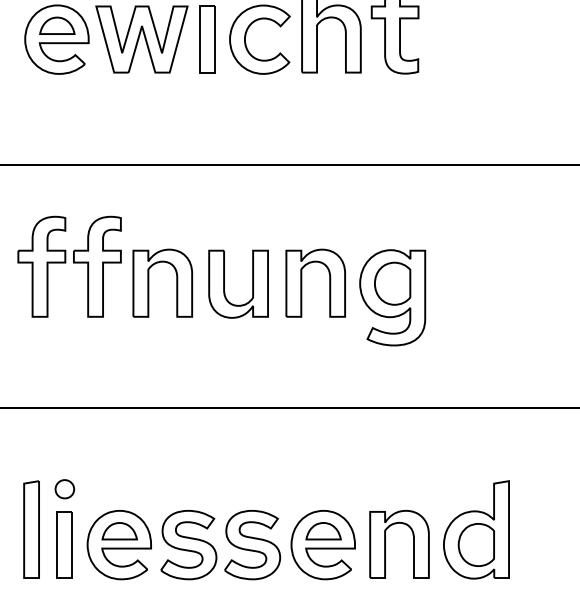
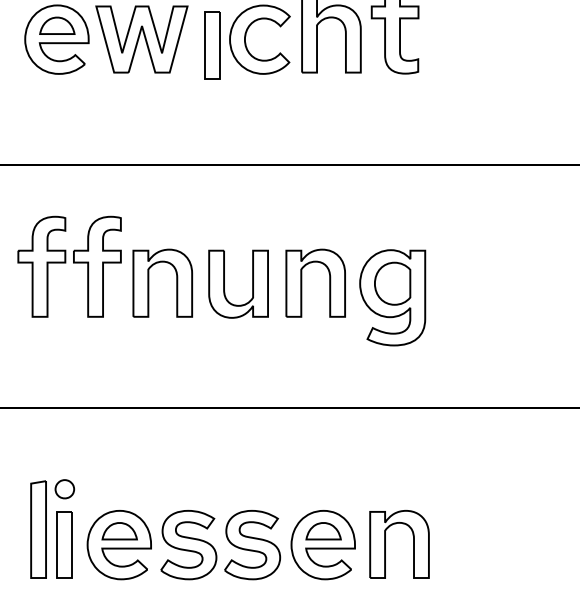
part at (207, 39) position: (207, 39) -> (212, 45)
part at (31, 529) position: (31, 529) -> (38, 529)
part at (476, 529): present -> none
